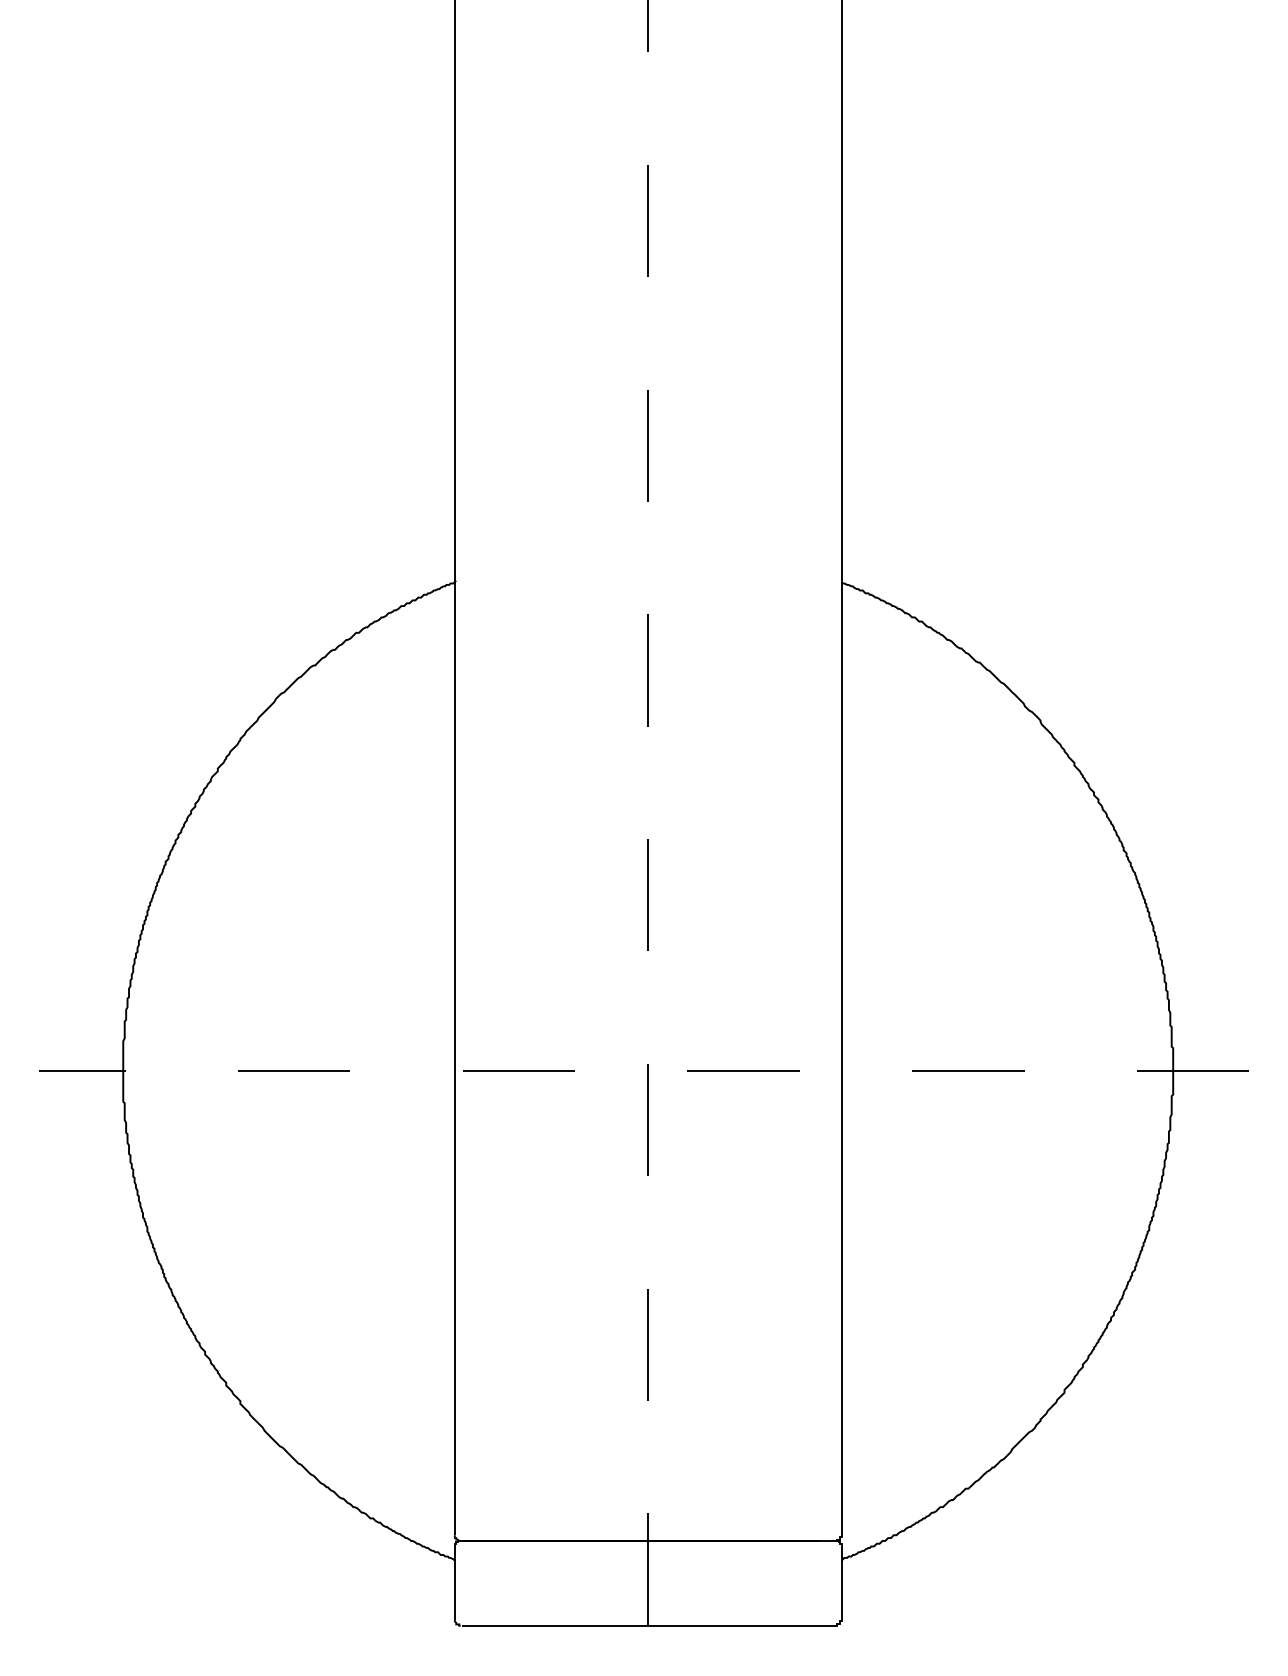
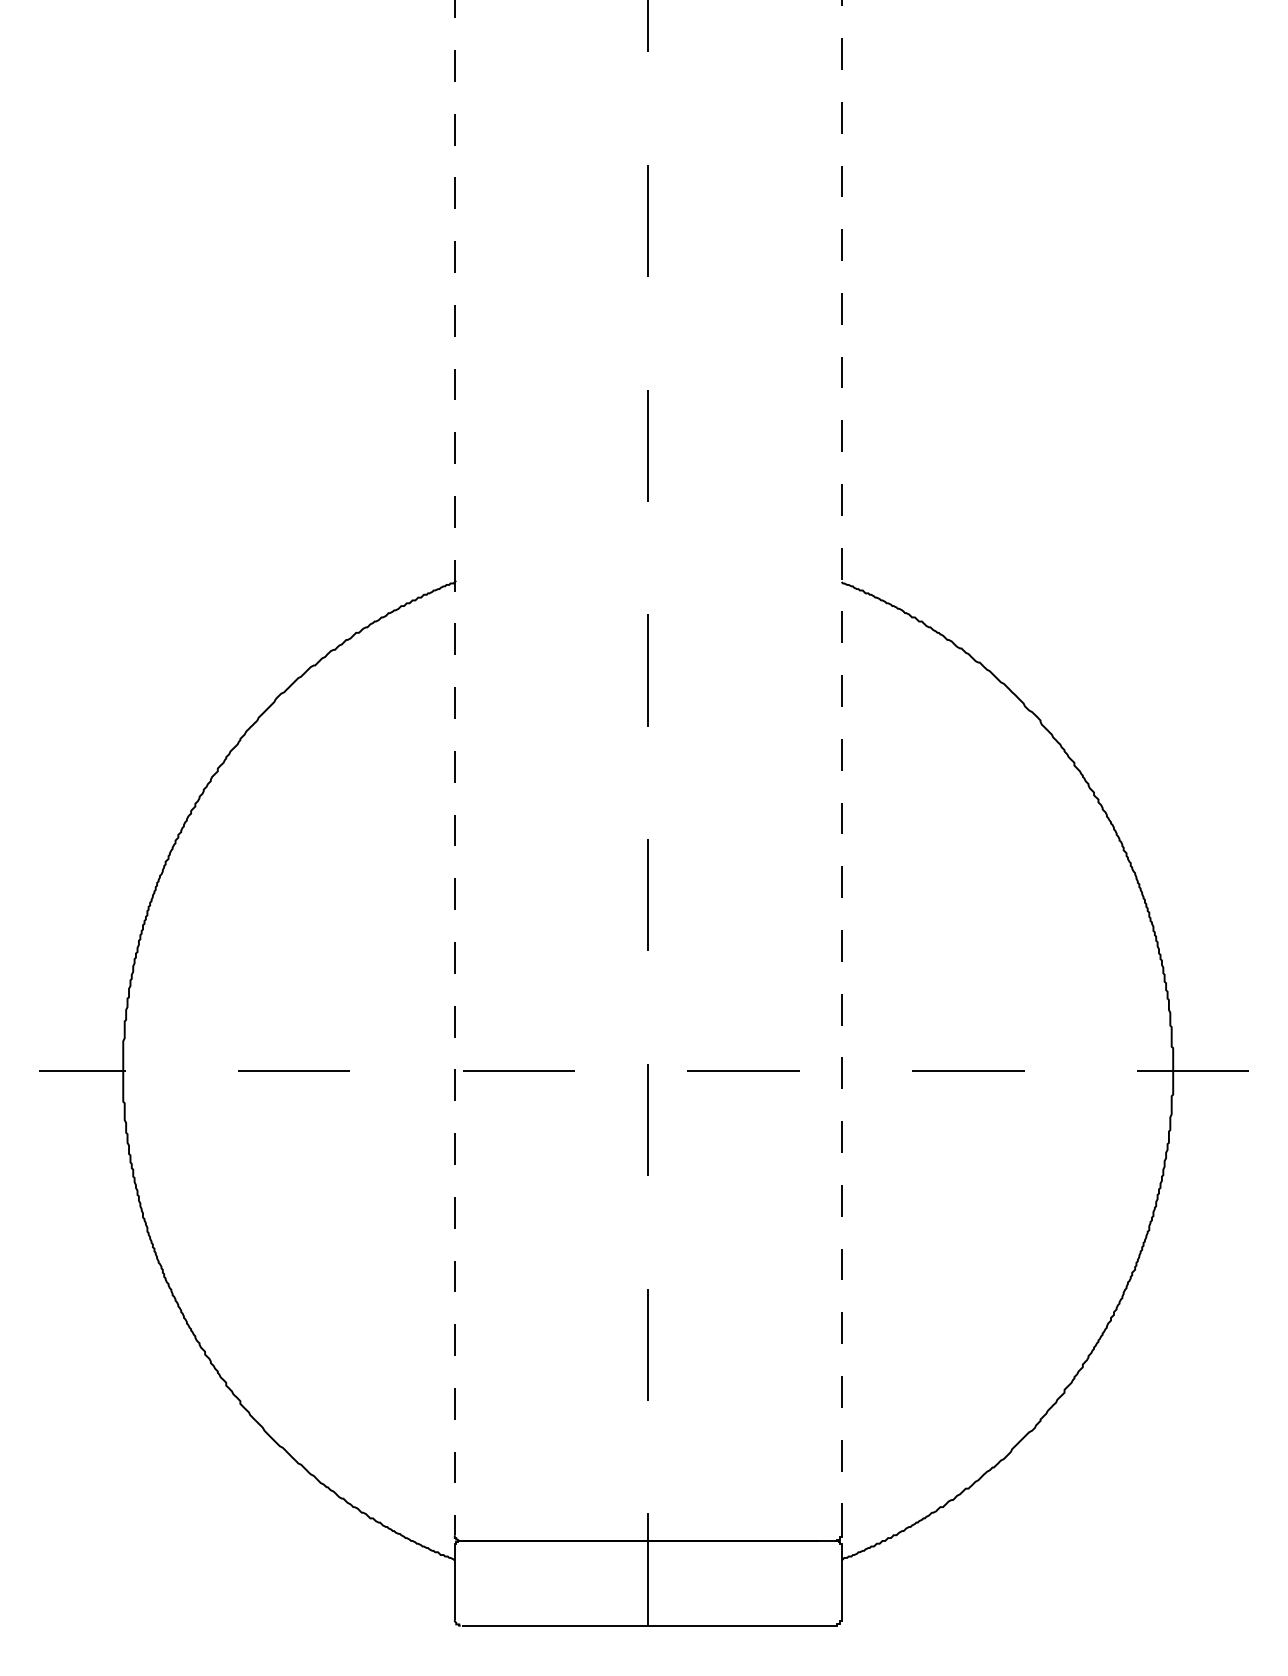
line at (841, 767): solid -> dashed
line at (454, 768): solid -> dashed
